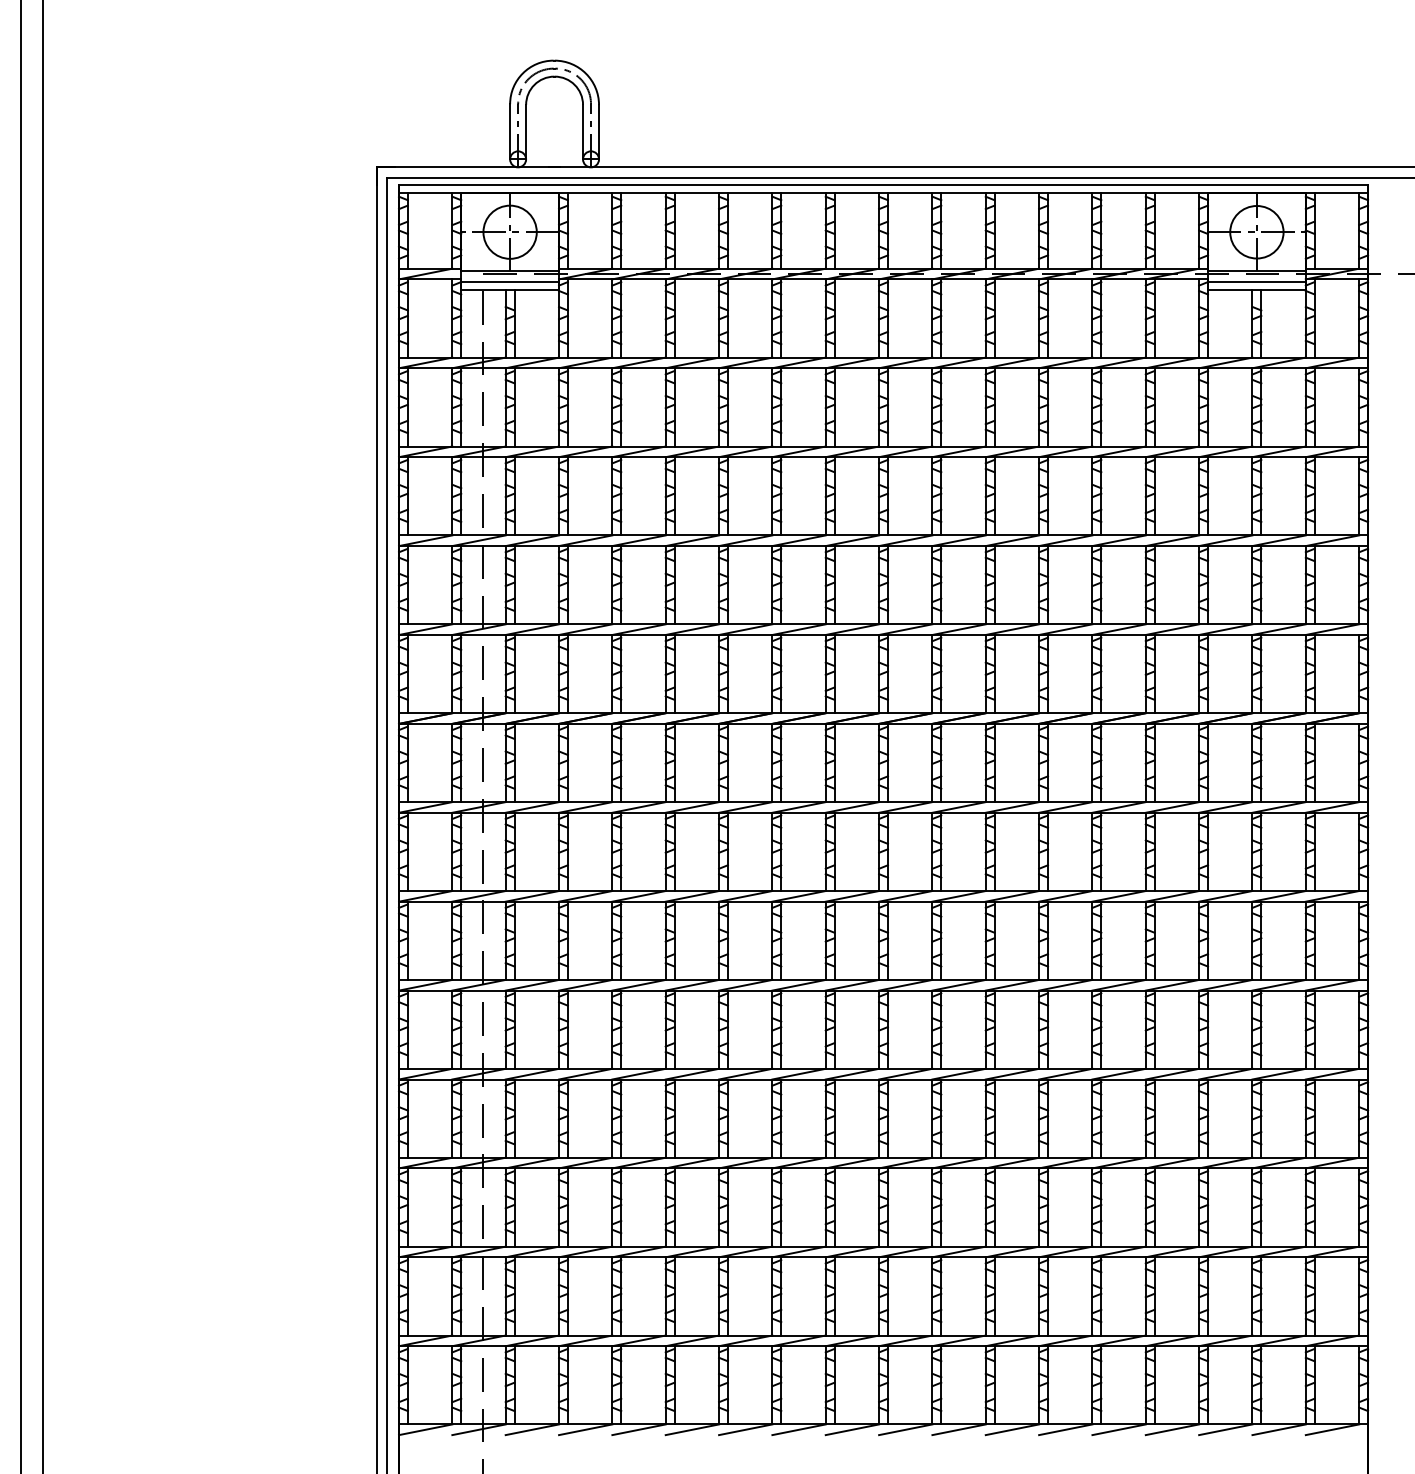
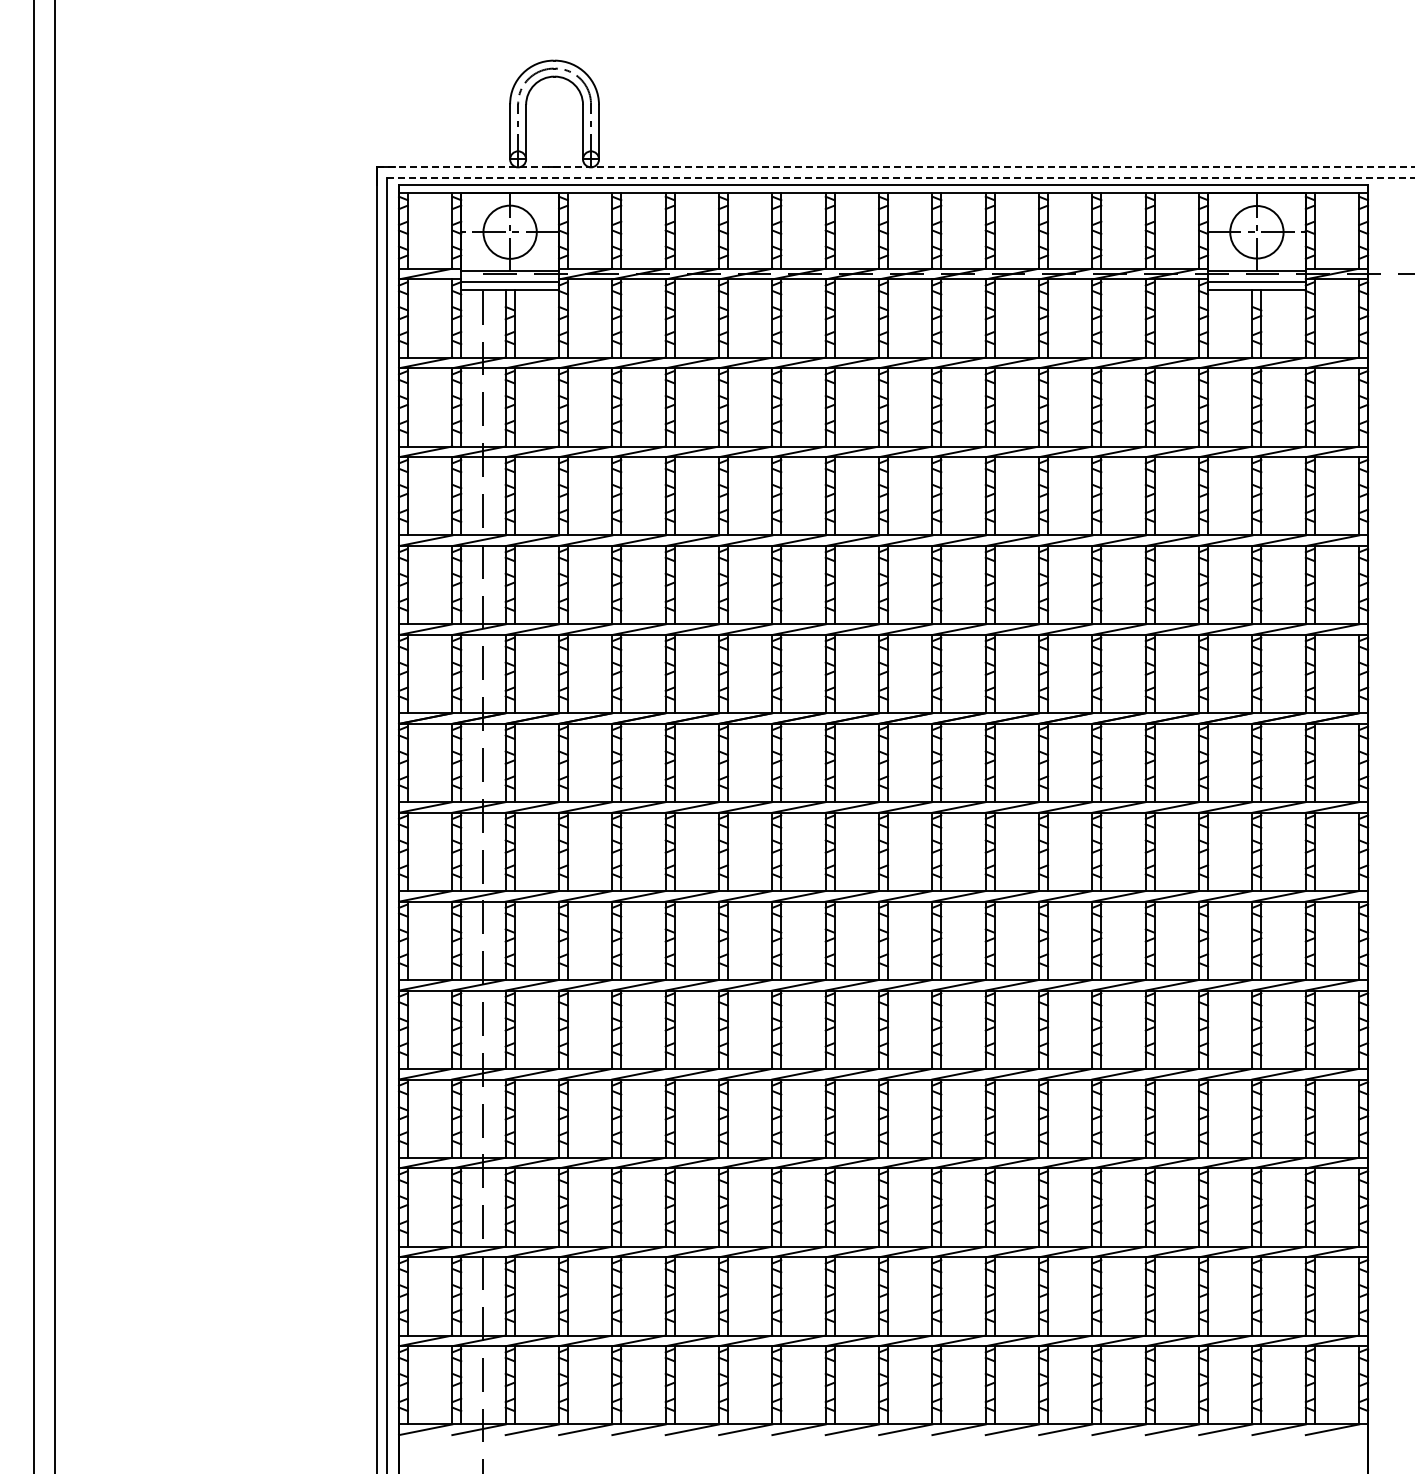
line at (895, 167): solid -> dashed
line at (901, 178): solid -> dashed
line at (21, 736) position: (21, 736) -> (34, 736)
line at (42, 736) position: (42, 736) -> (54, 736)
